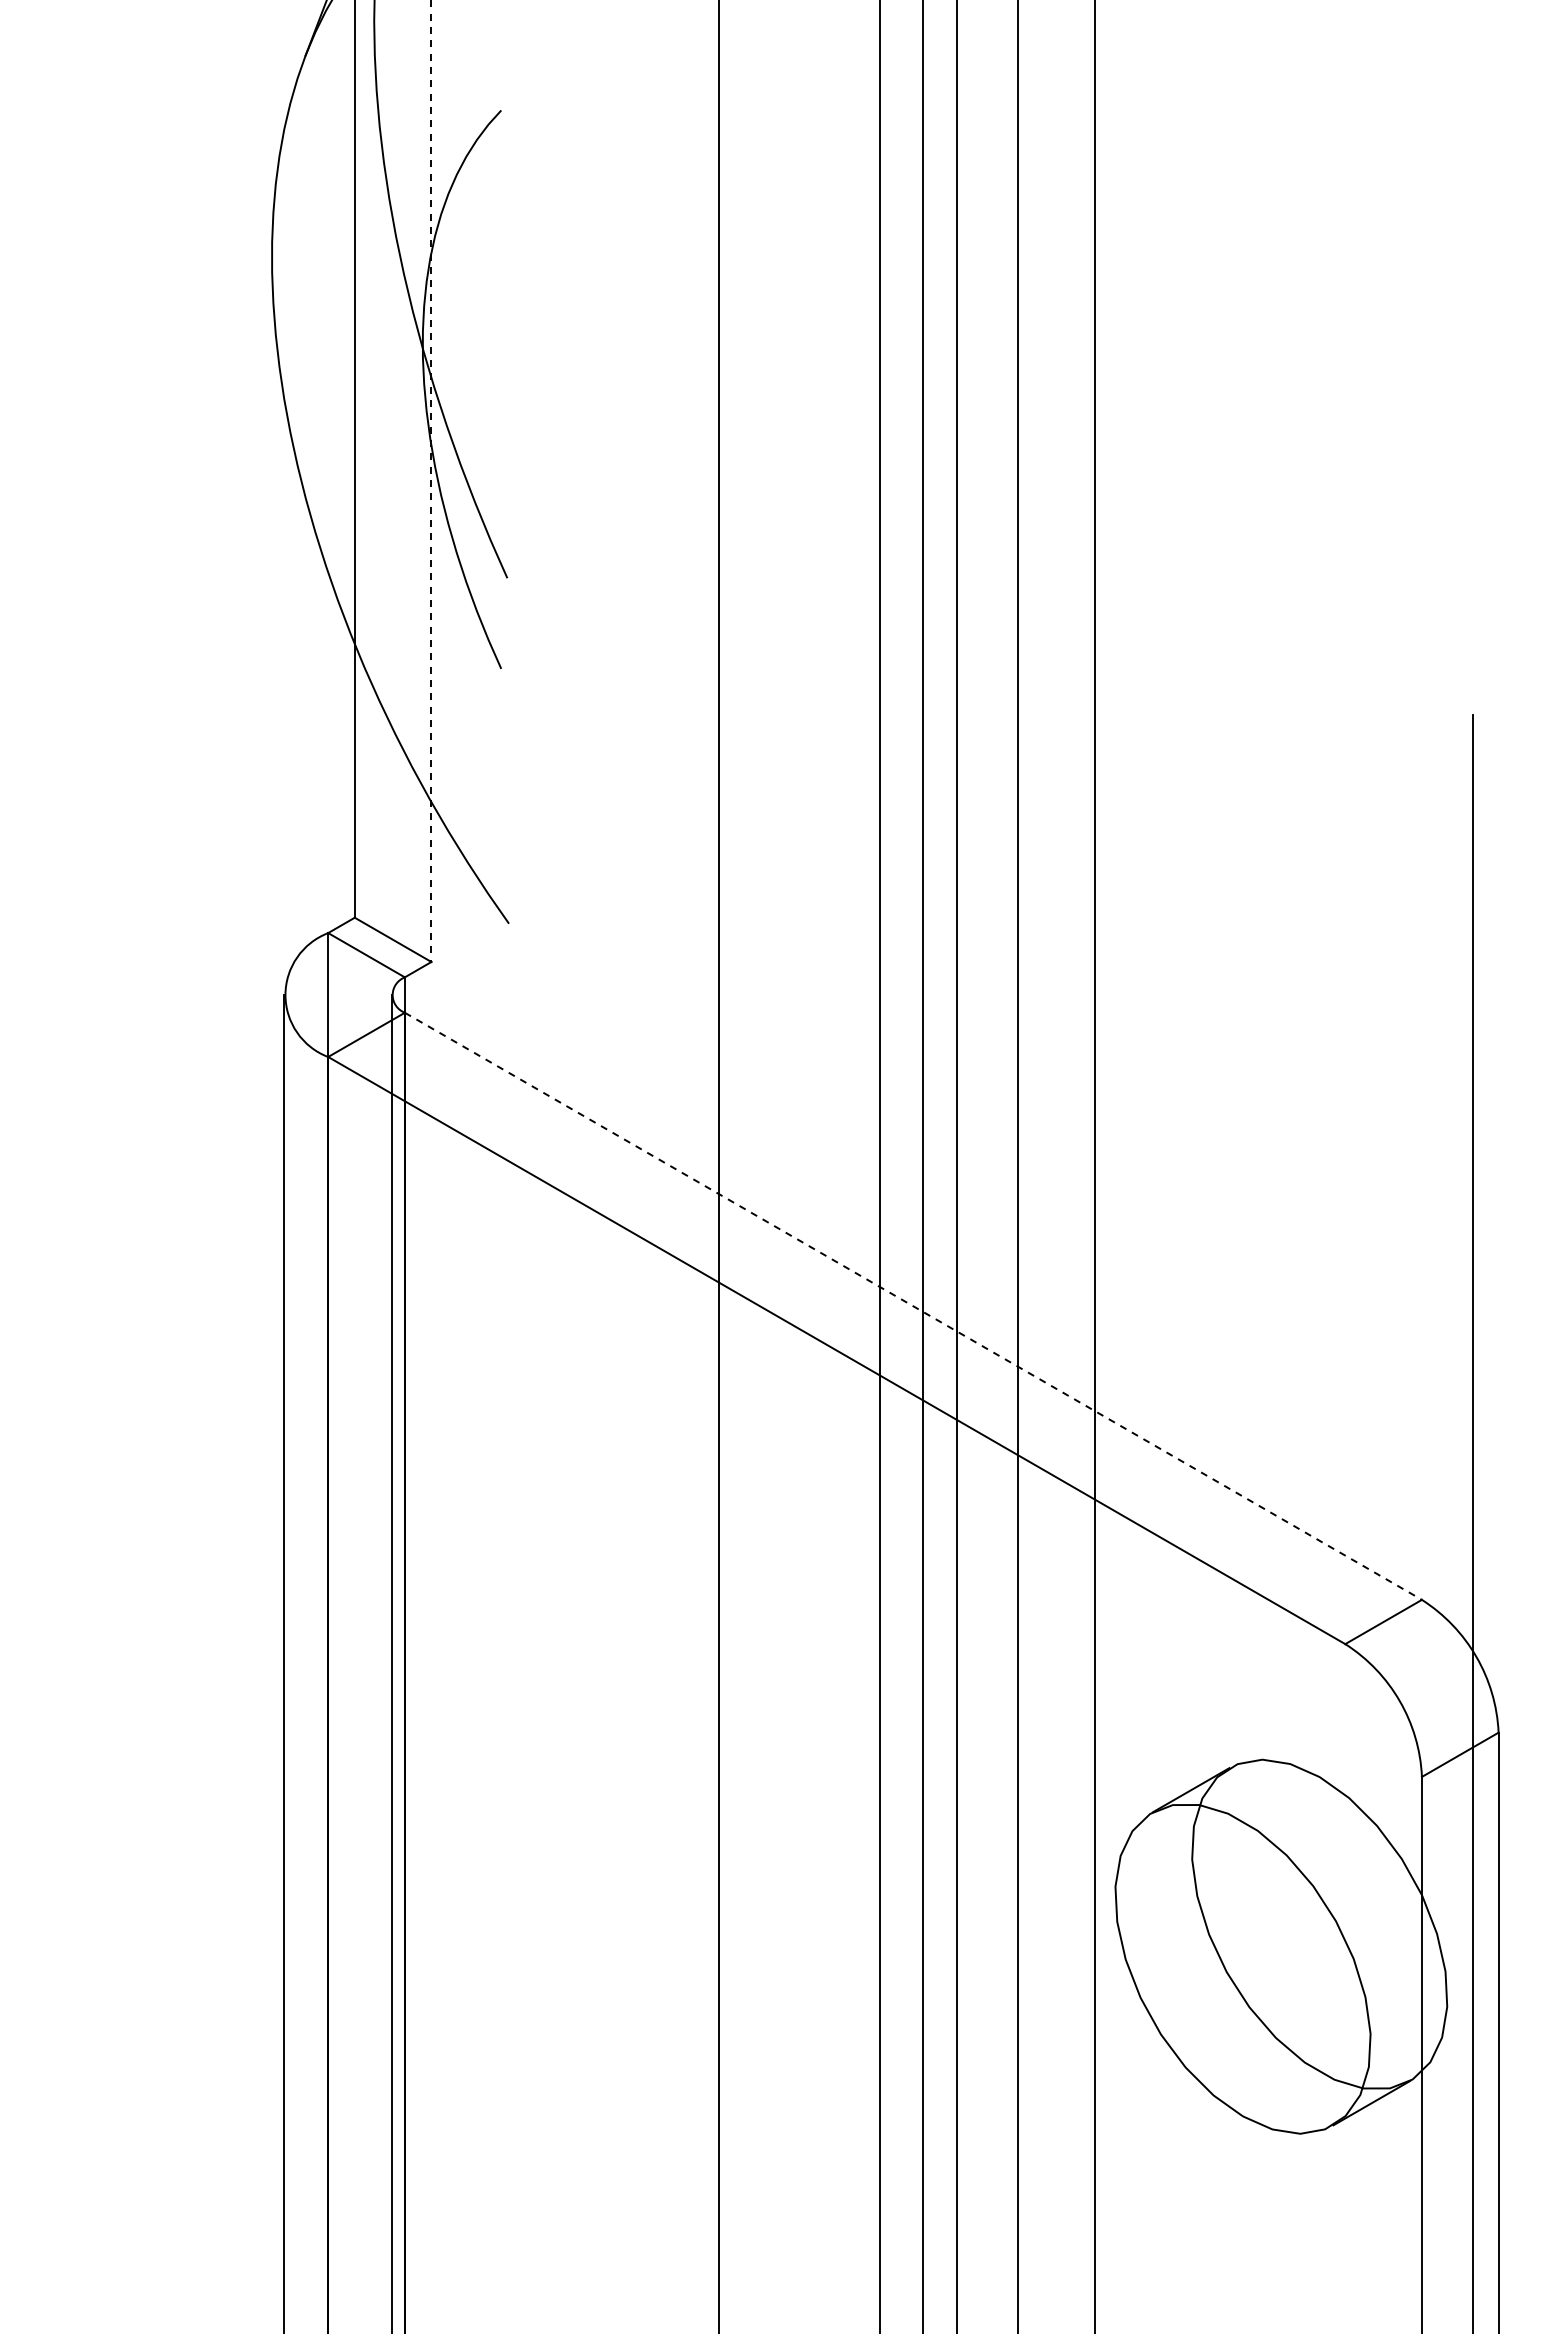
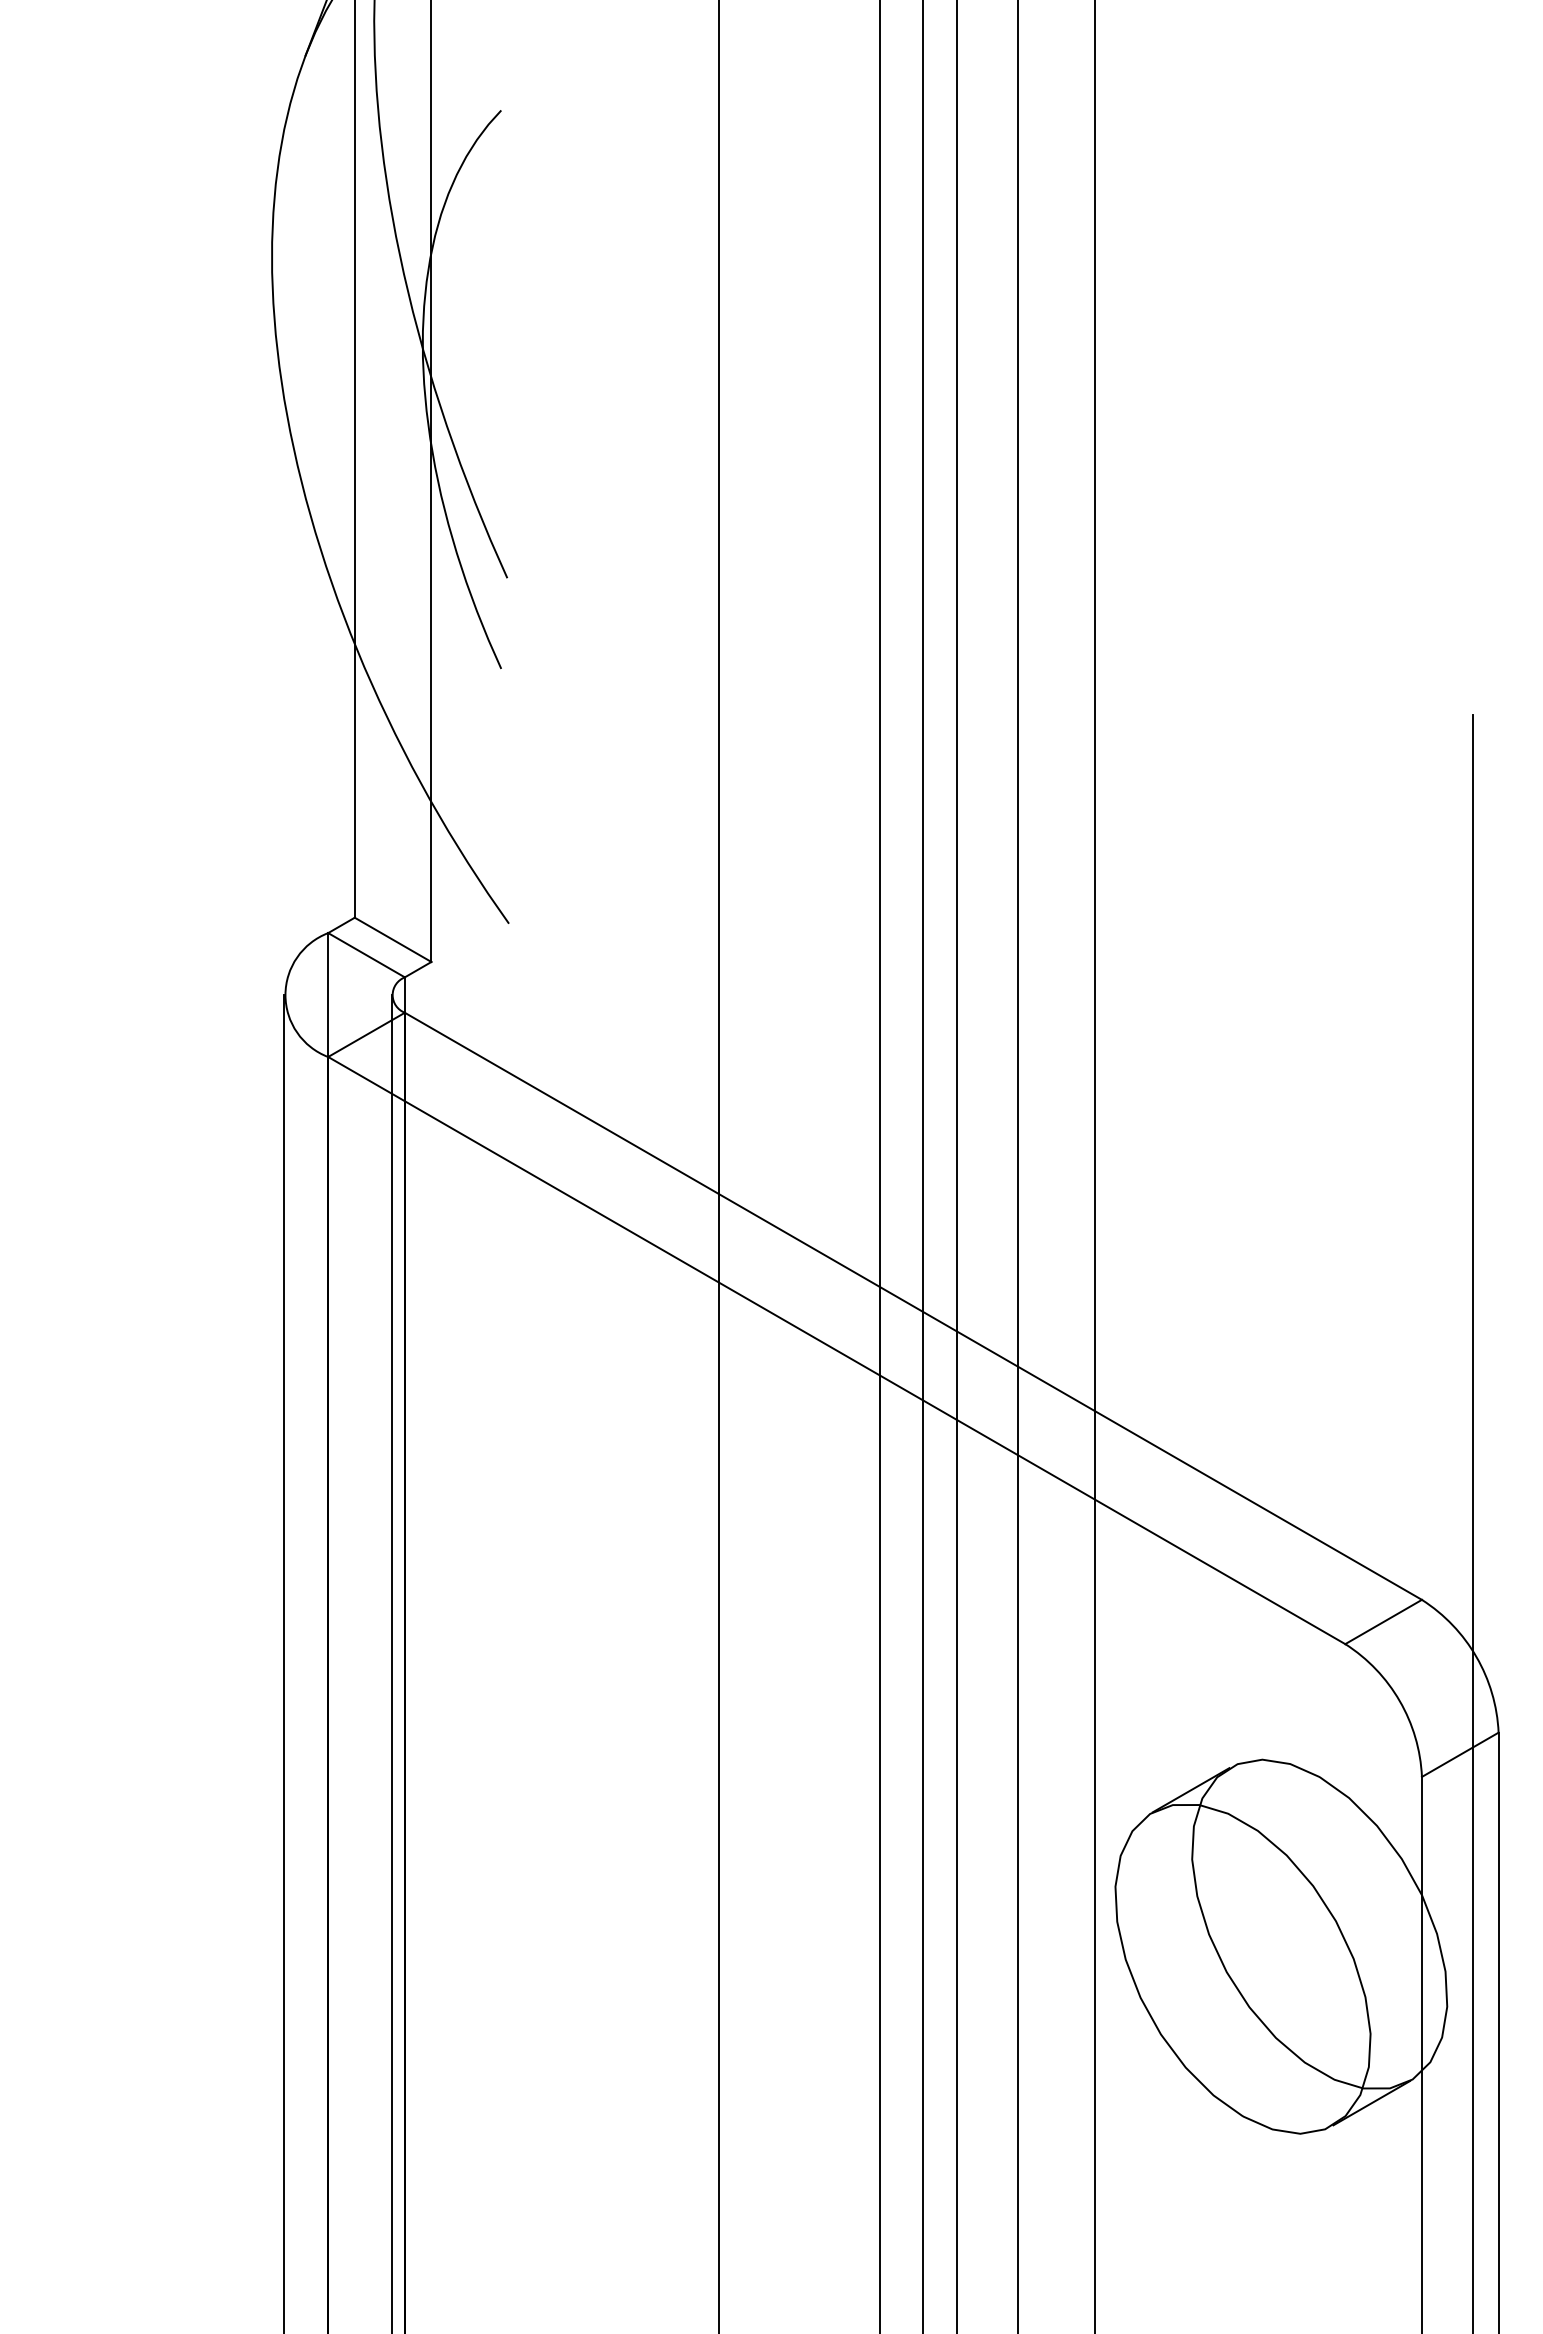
line at (431, 481): dashed -> solid
line at (913, 1306): dashed -> solid
